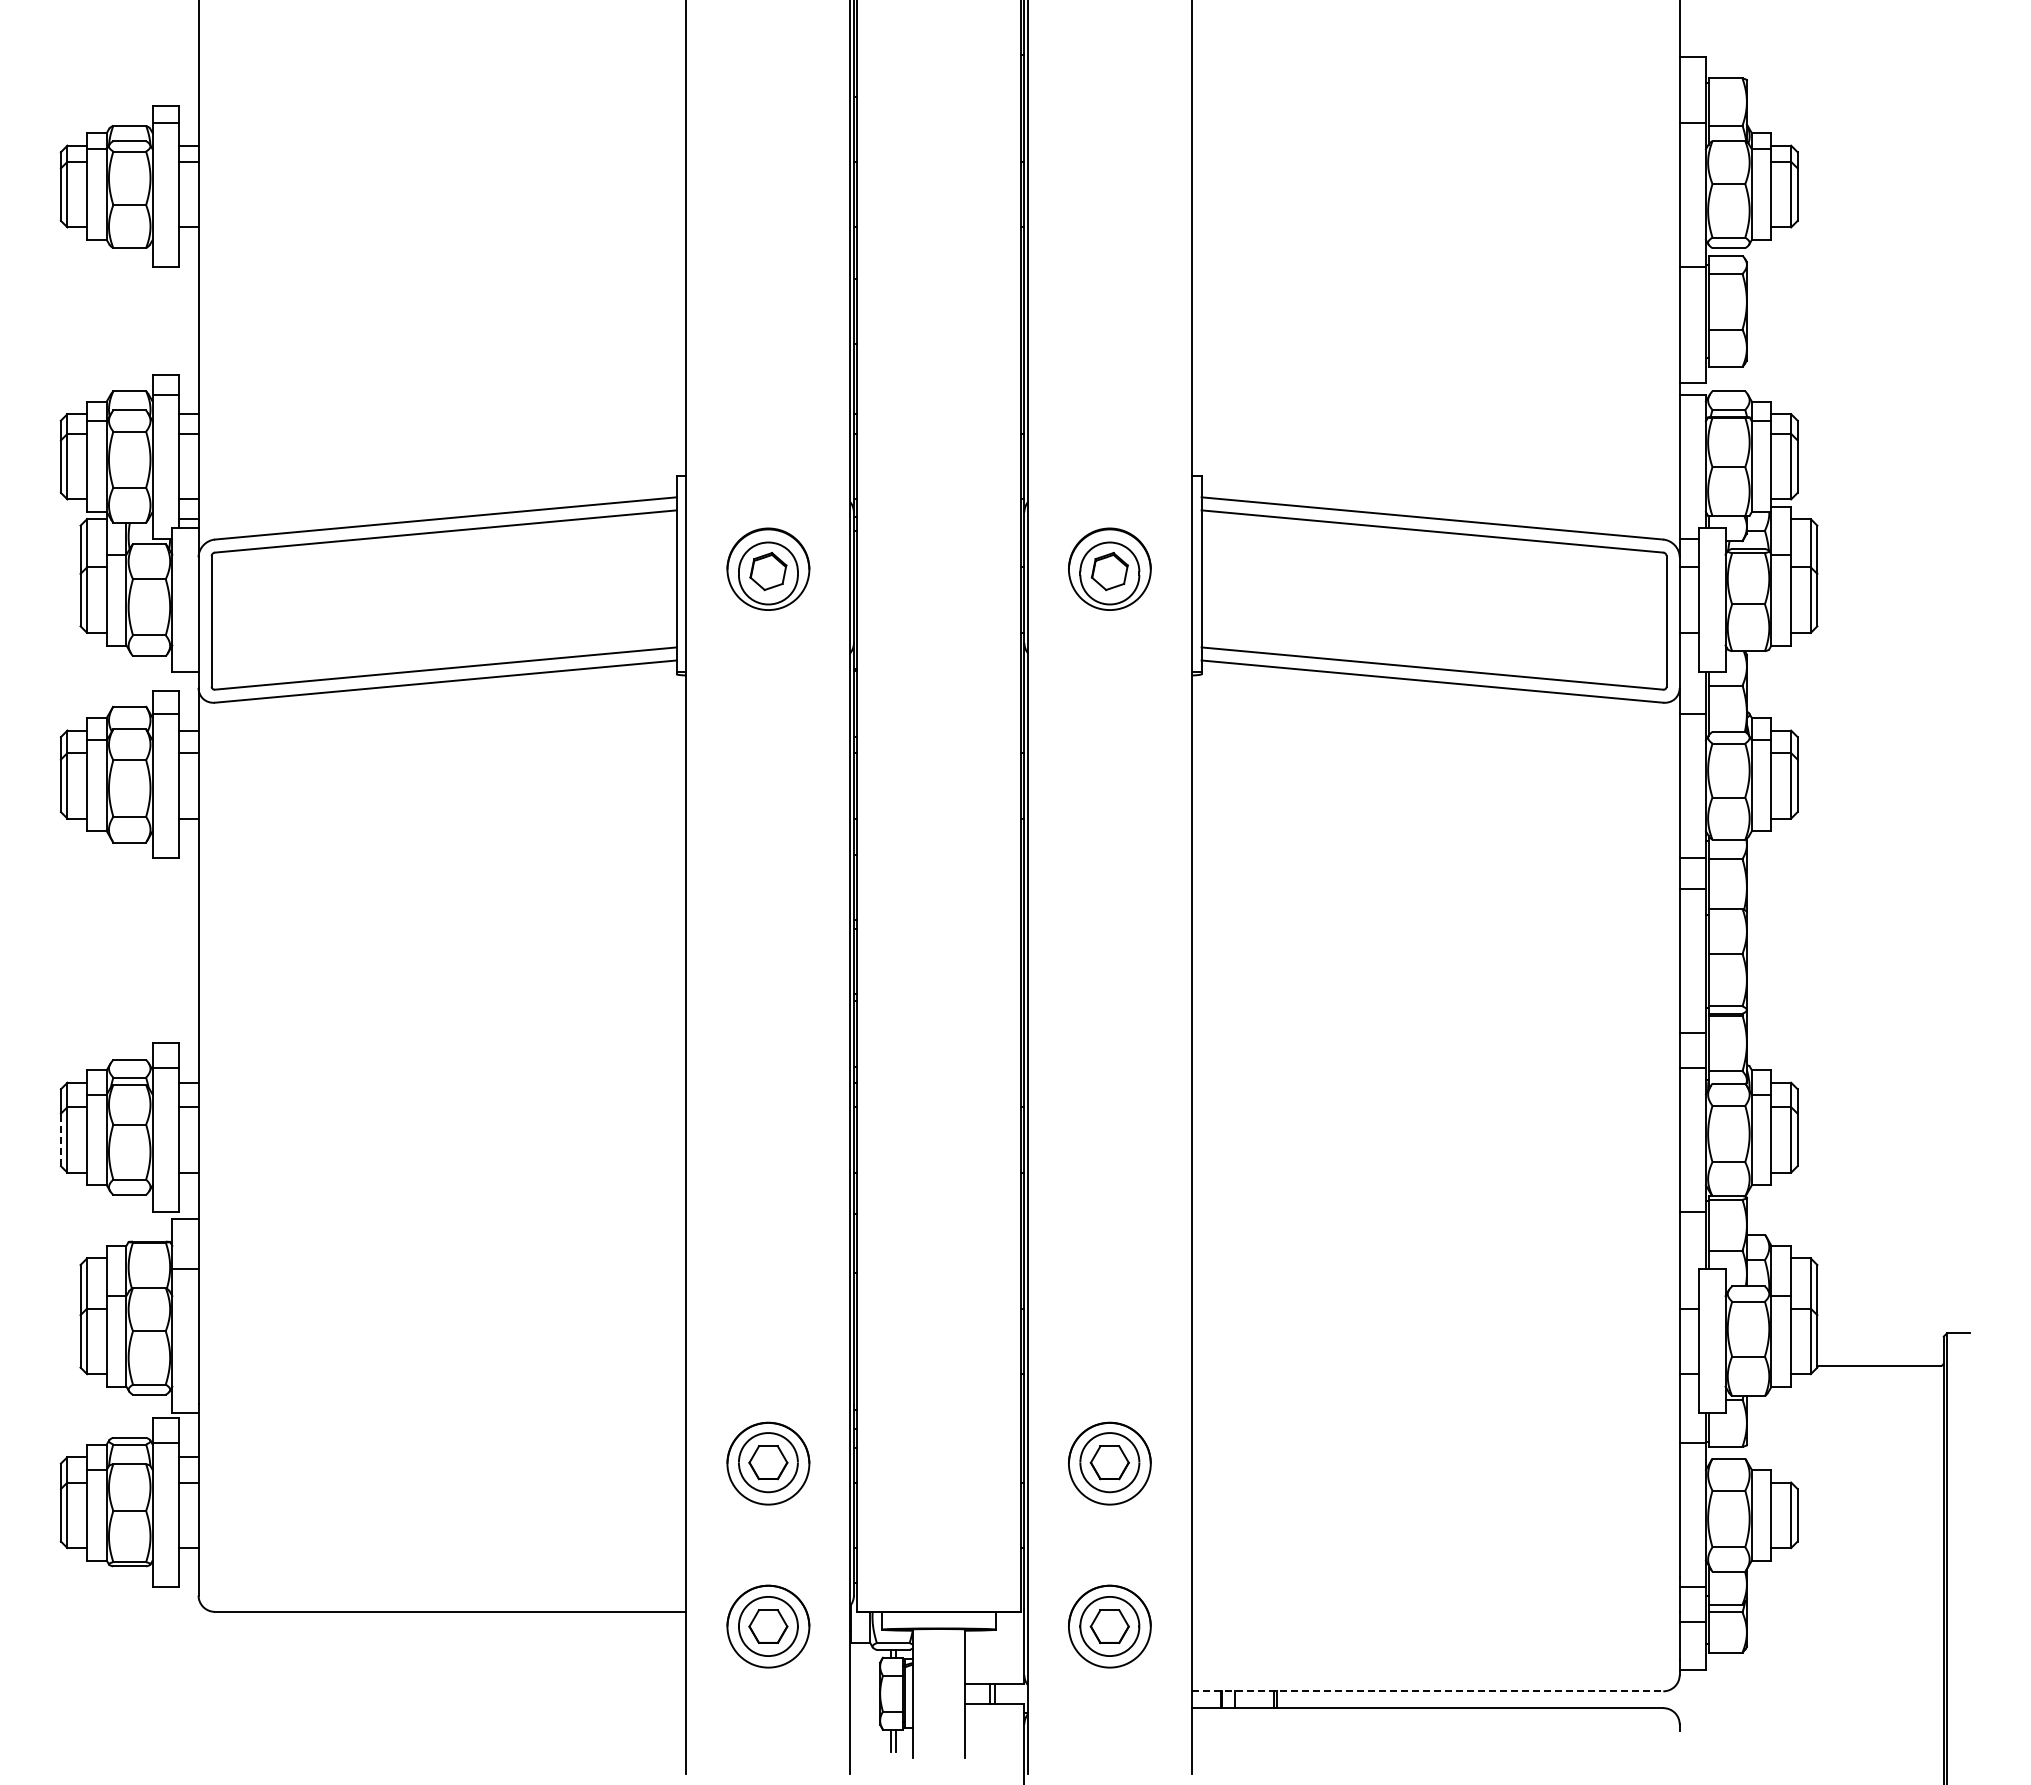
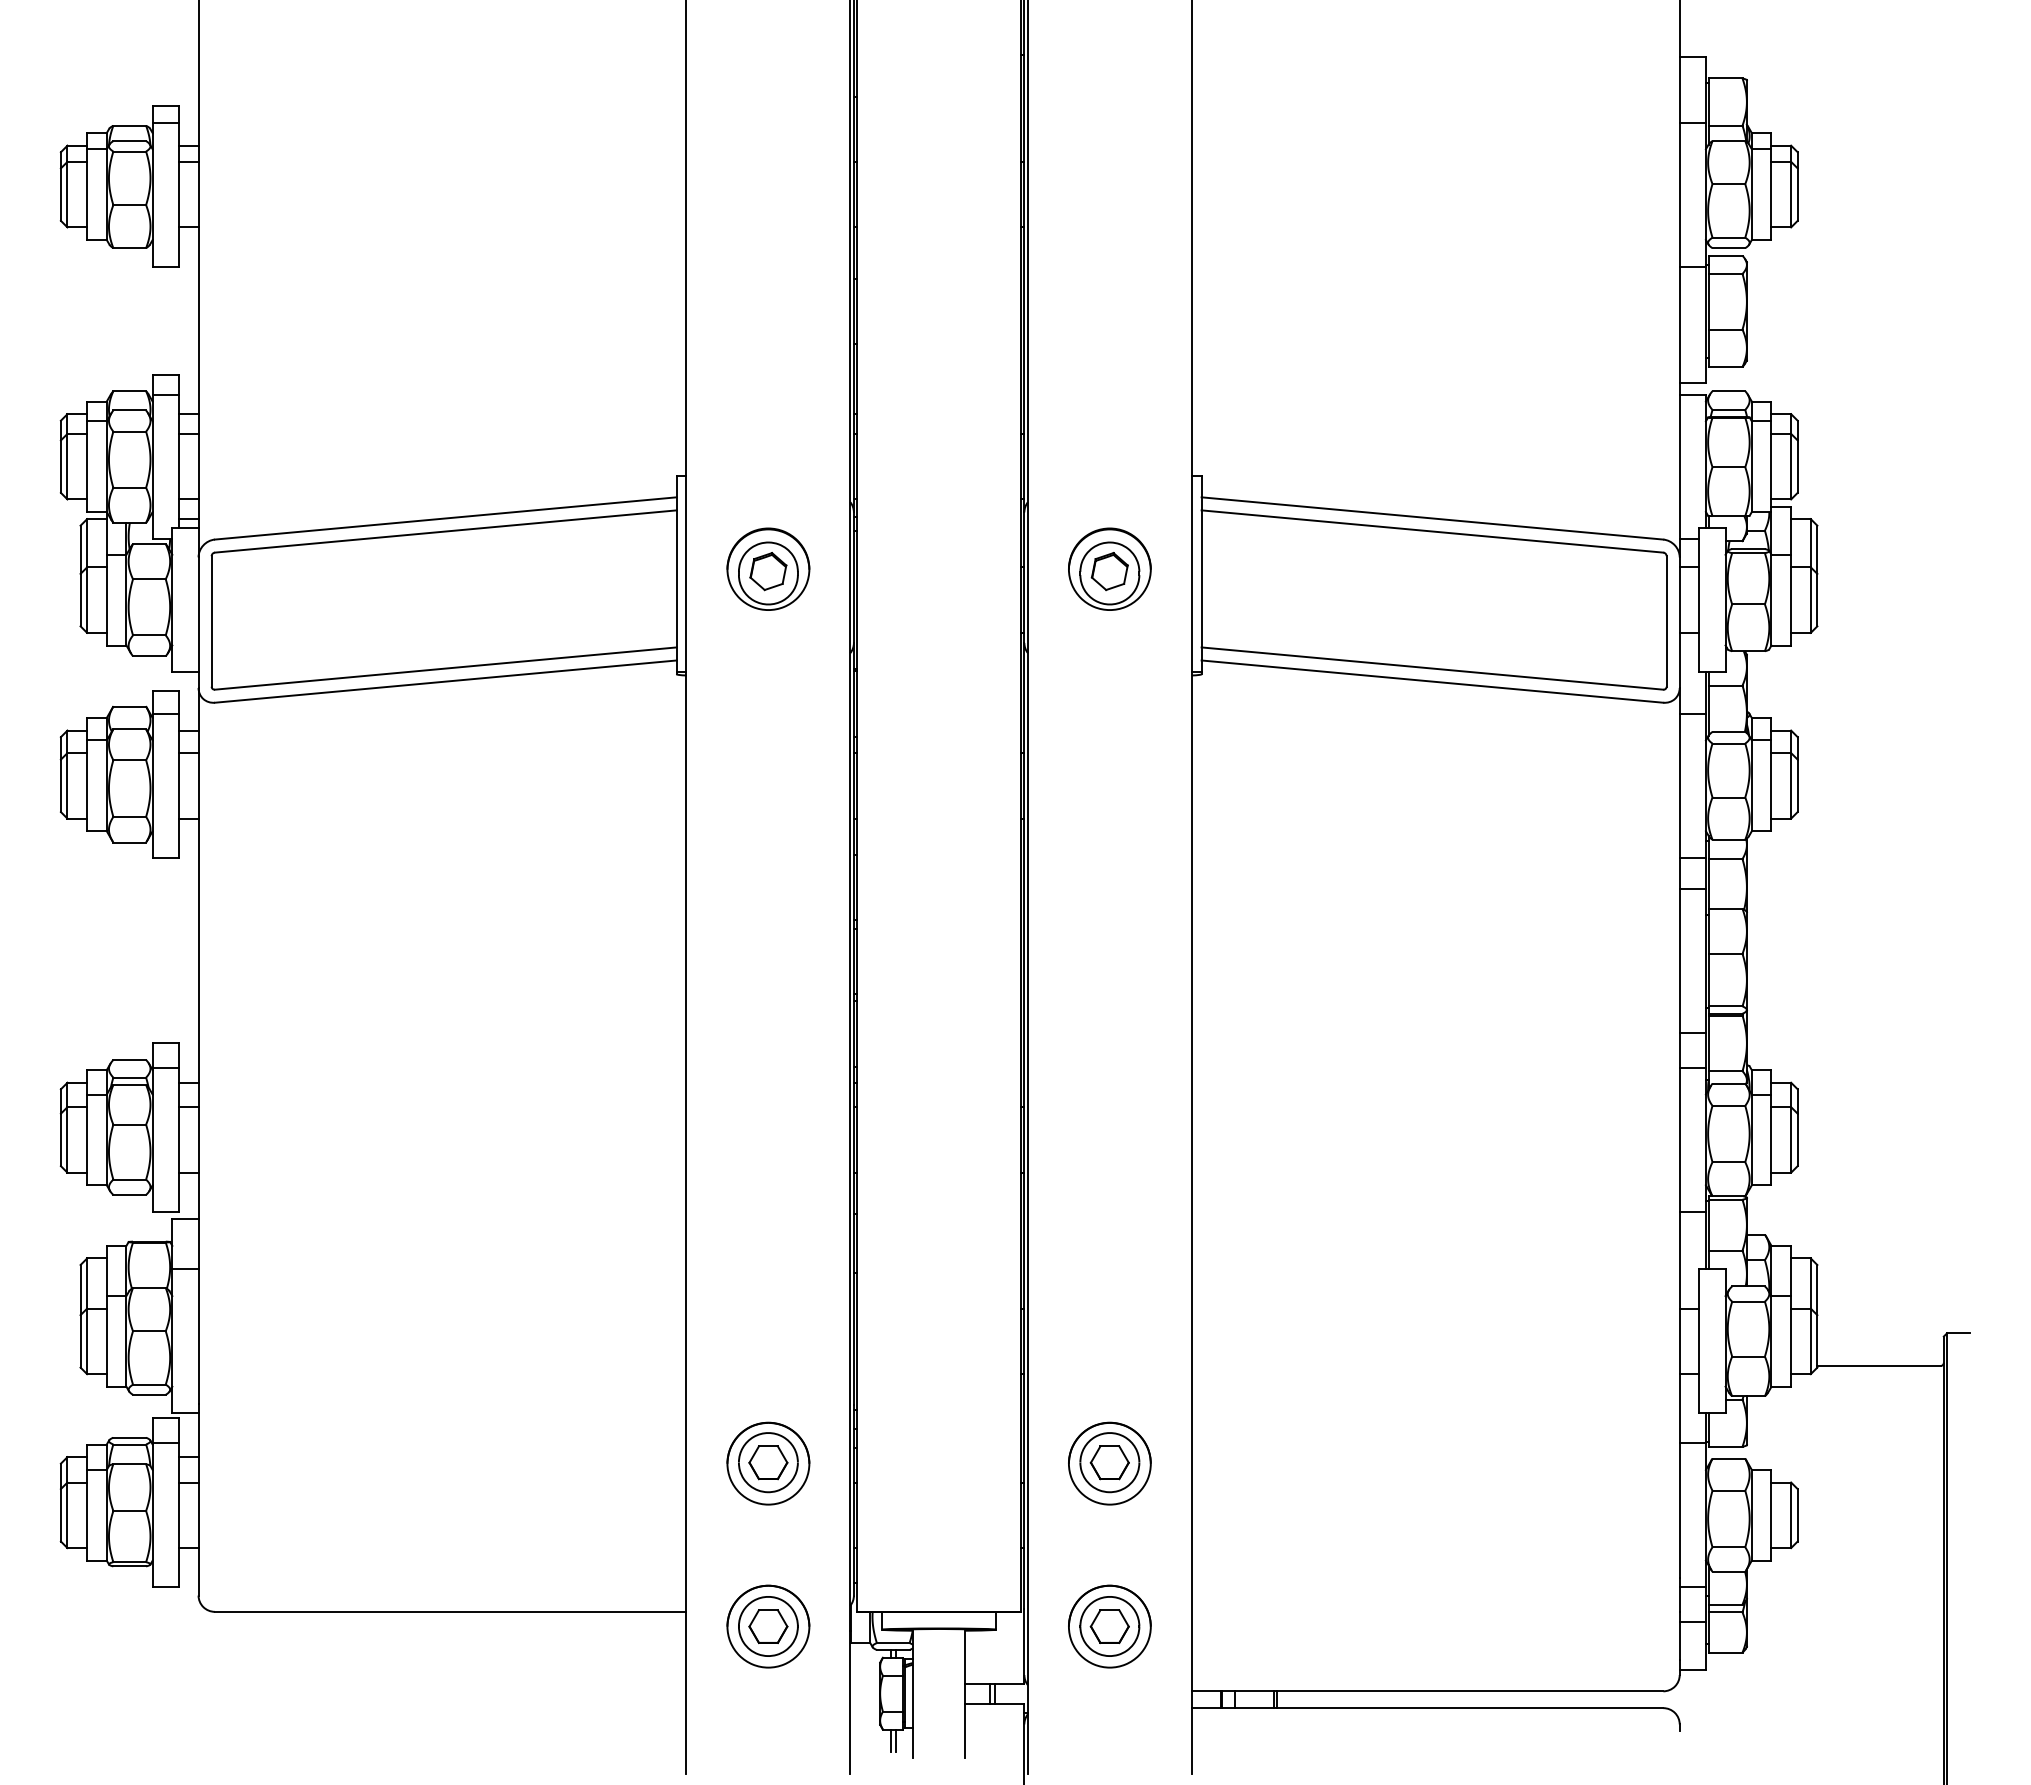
line at (60, 1139): dashed -> solid
line at (1427, 1691): dashed -> solid
